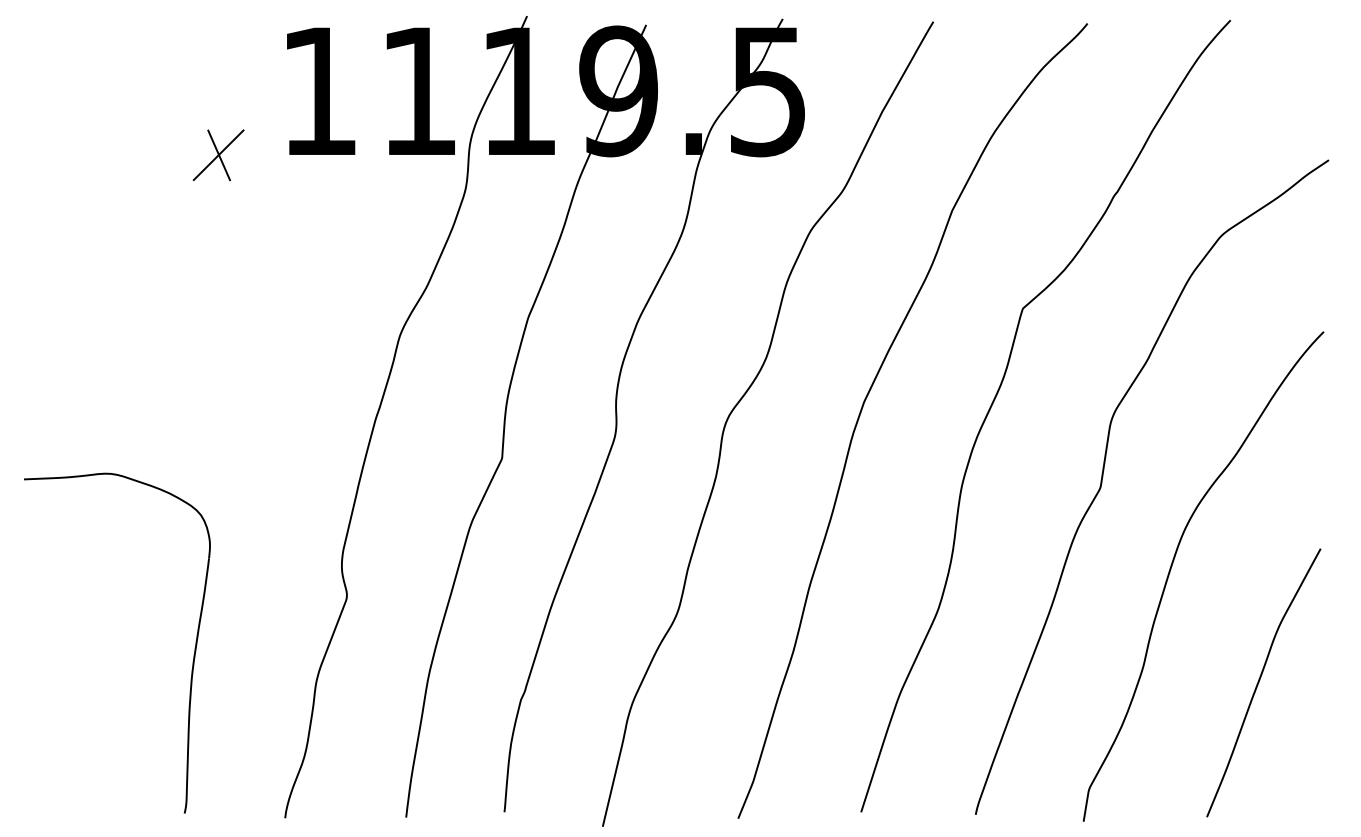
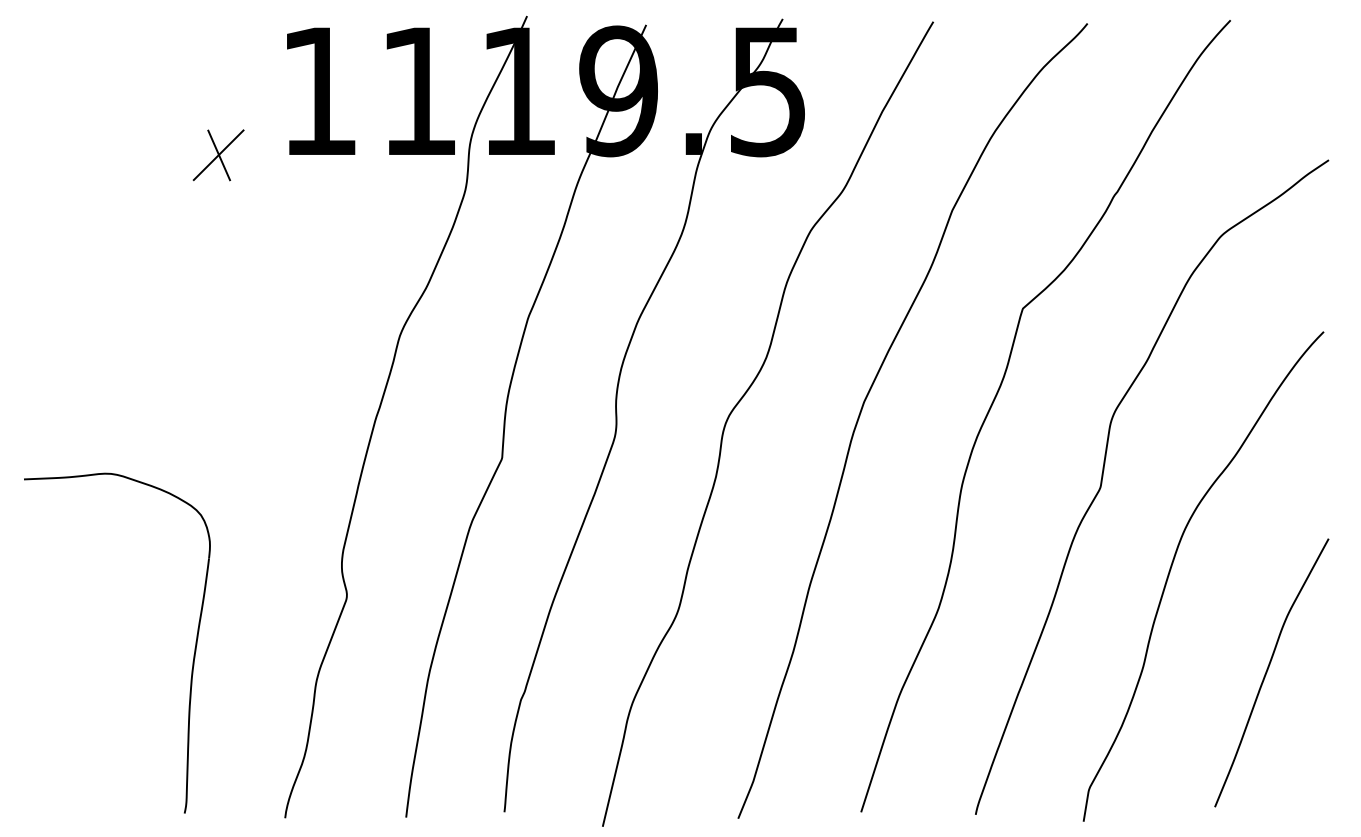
curve at (1260, 680) position: (1260, 680) -> (1268, 670)
